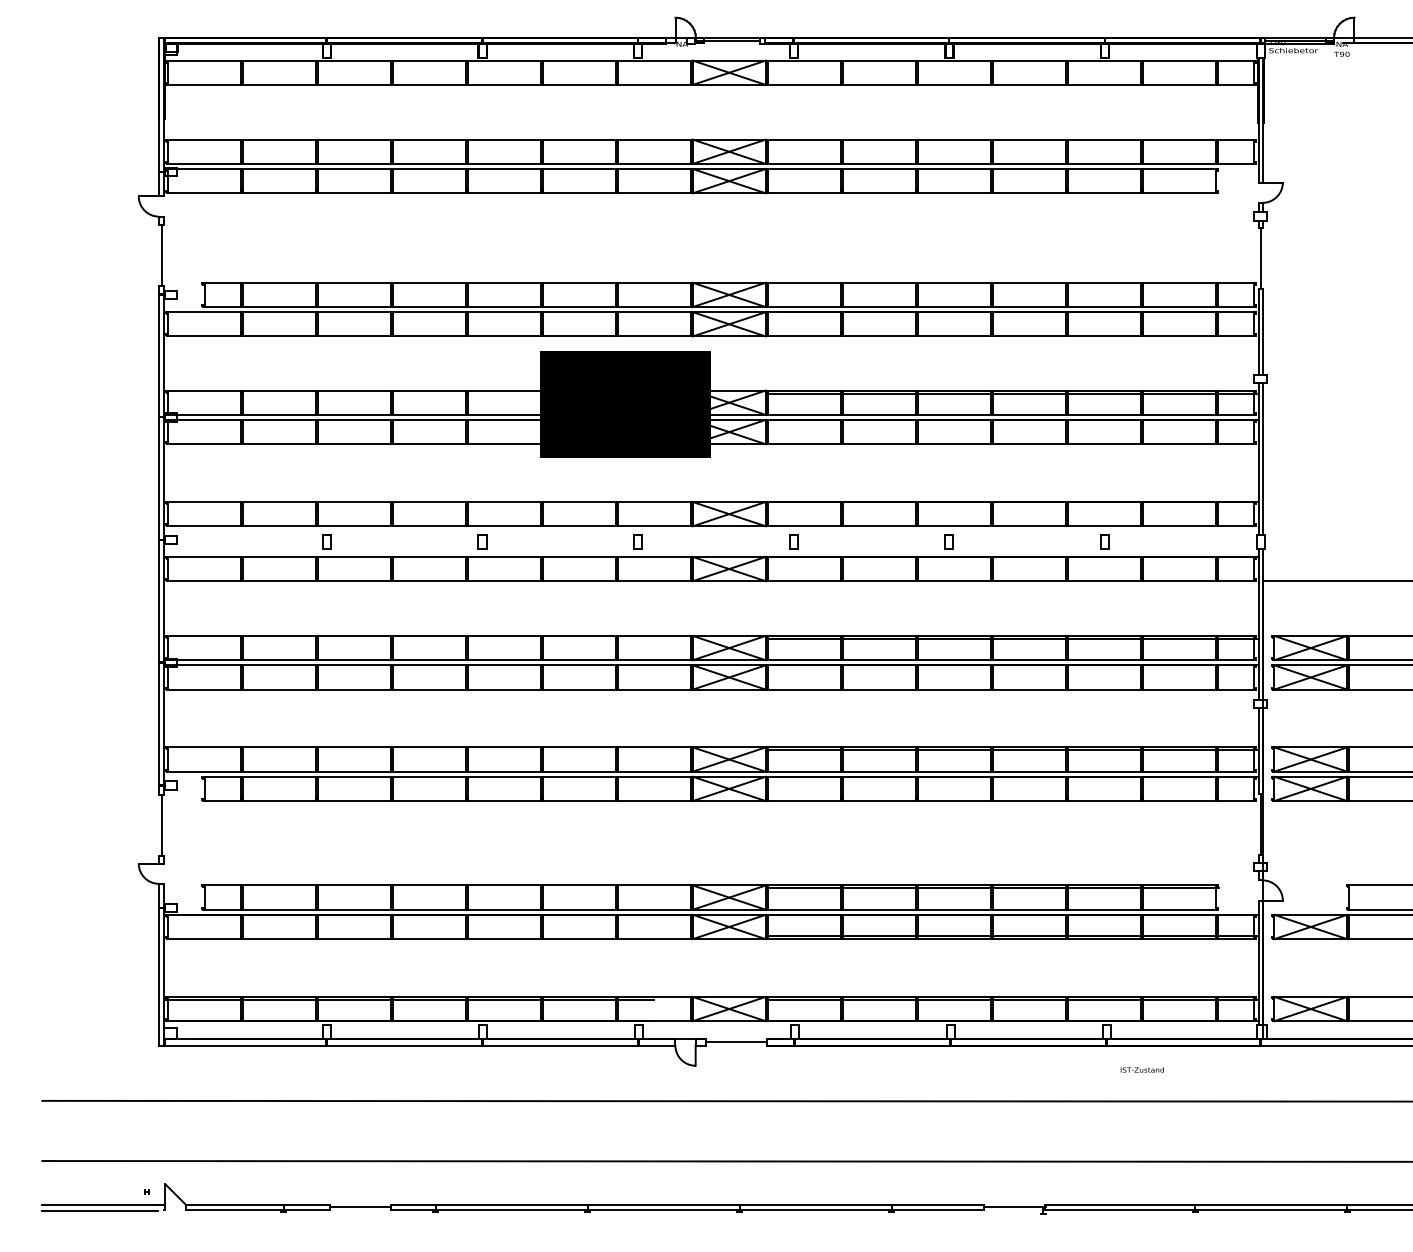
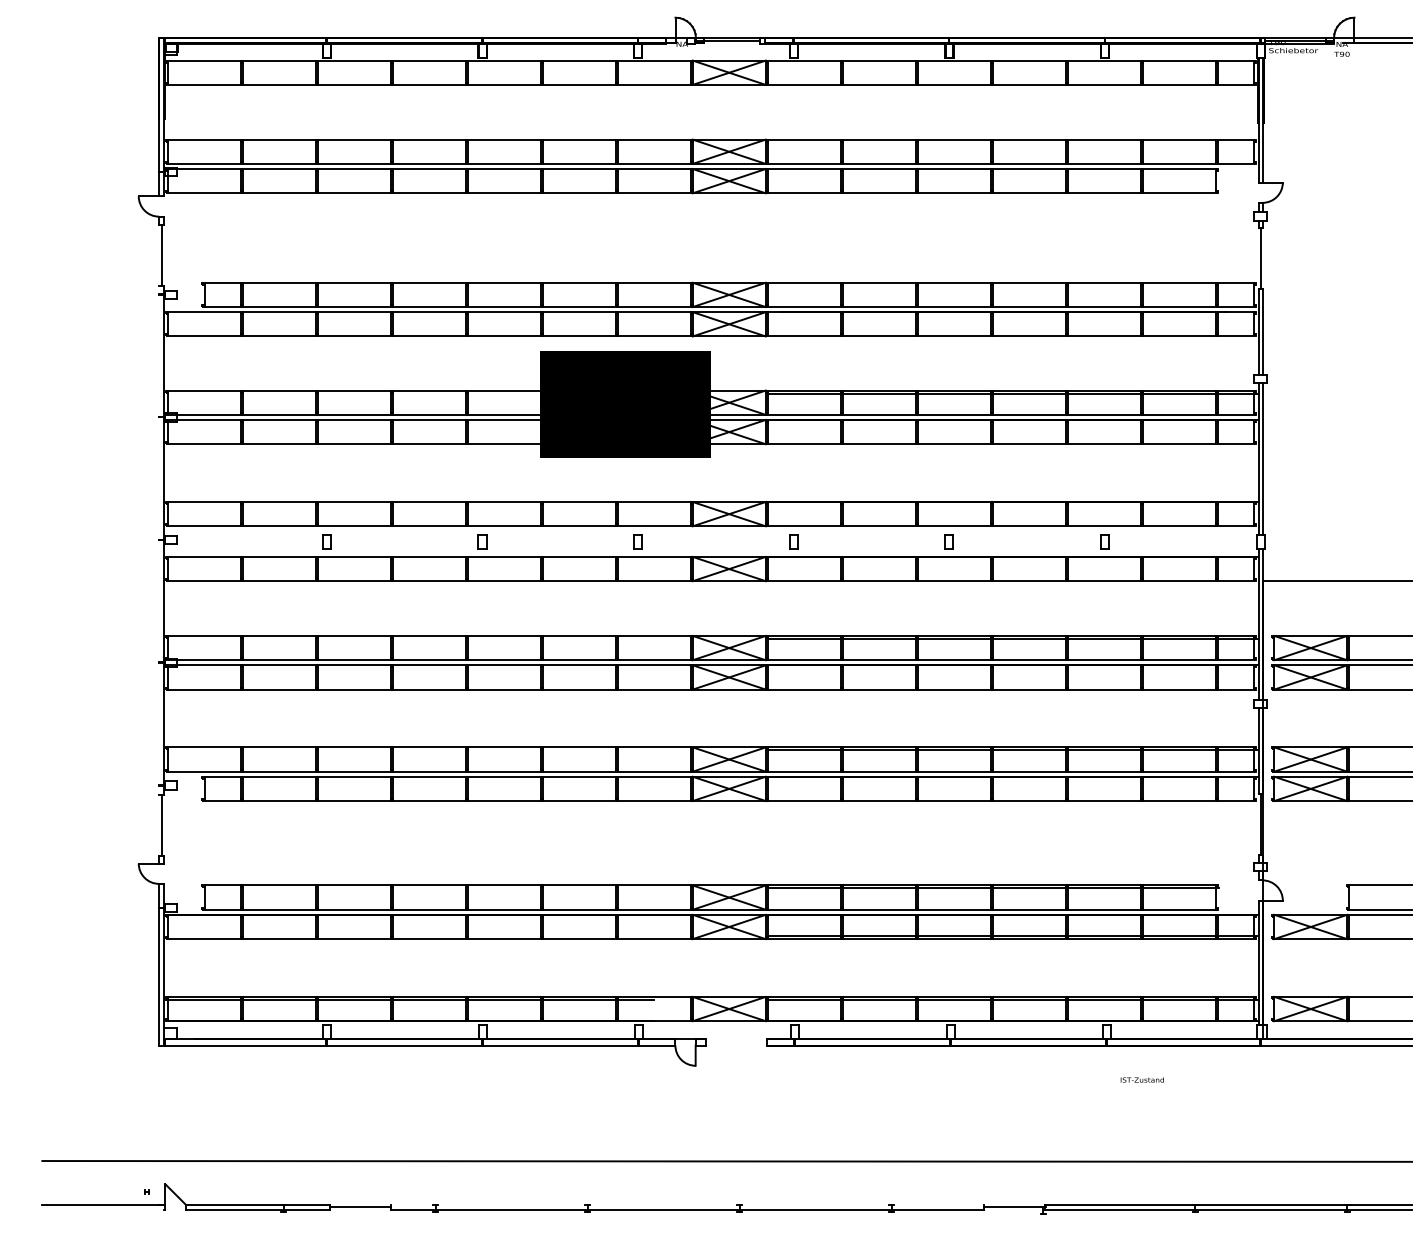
line at (159, 539): present -> none
line at (735, 1042): present -> none
text at (1141, 1069) position: (1141, 1069) -> (1141, 1079)
line at (725, 1100): present -> none
line at (687, 1204): present -> none
line at (99, 1210): present -> none
